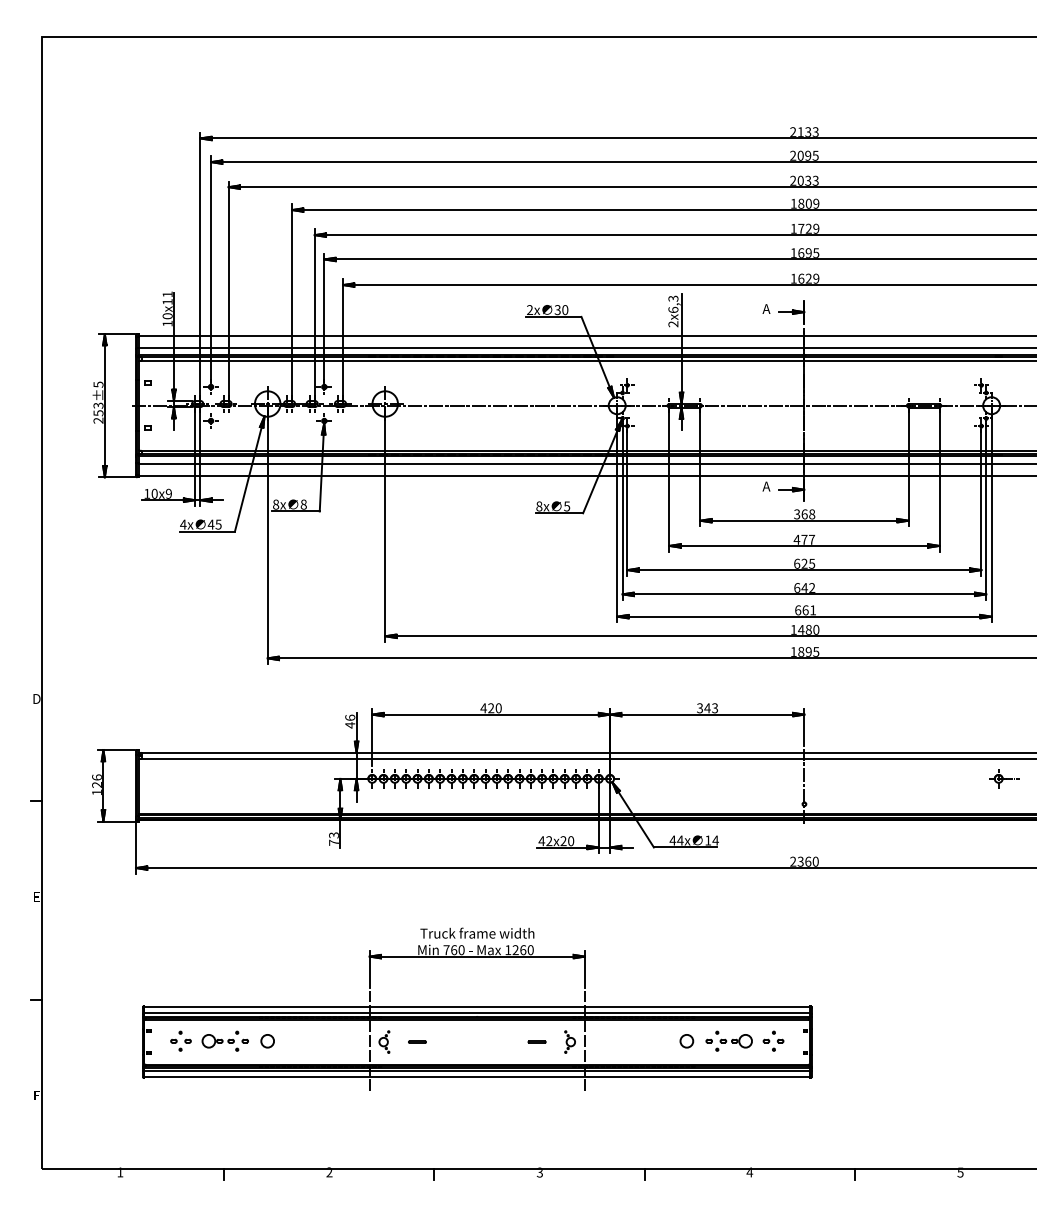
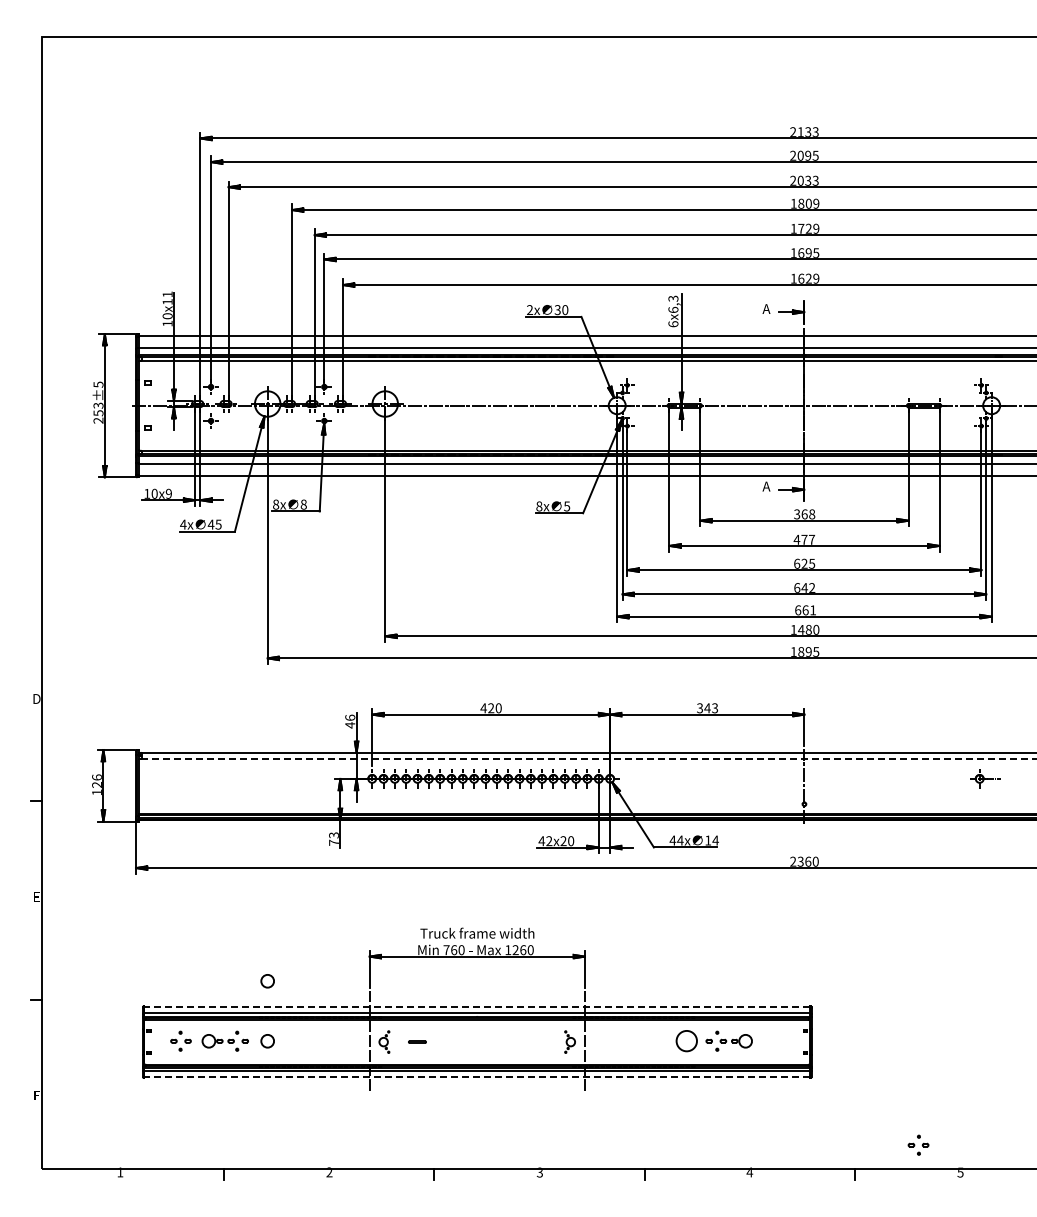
text at (673, 324): 2x6,3 -> 6x6,3
line at (588, 758): solid -> dashed
part at (1004, 778) position: (1004, 778) -> (985, 778)
circle at (267, 981): none -> present
line at (477, 1007): solid -> dashed
part at (773, 1040) position: (773, 1040) -> (918, 1144)
line at (536, 1041): present -> none
circle at (686, 1041) size: 16x15 px -> 23x23 px
line at (477, 1077): solid -> dashed
